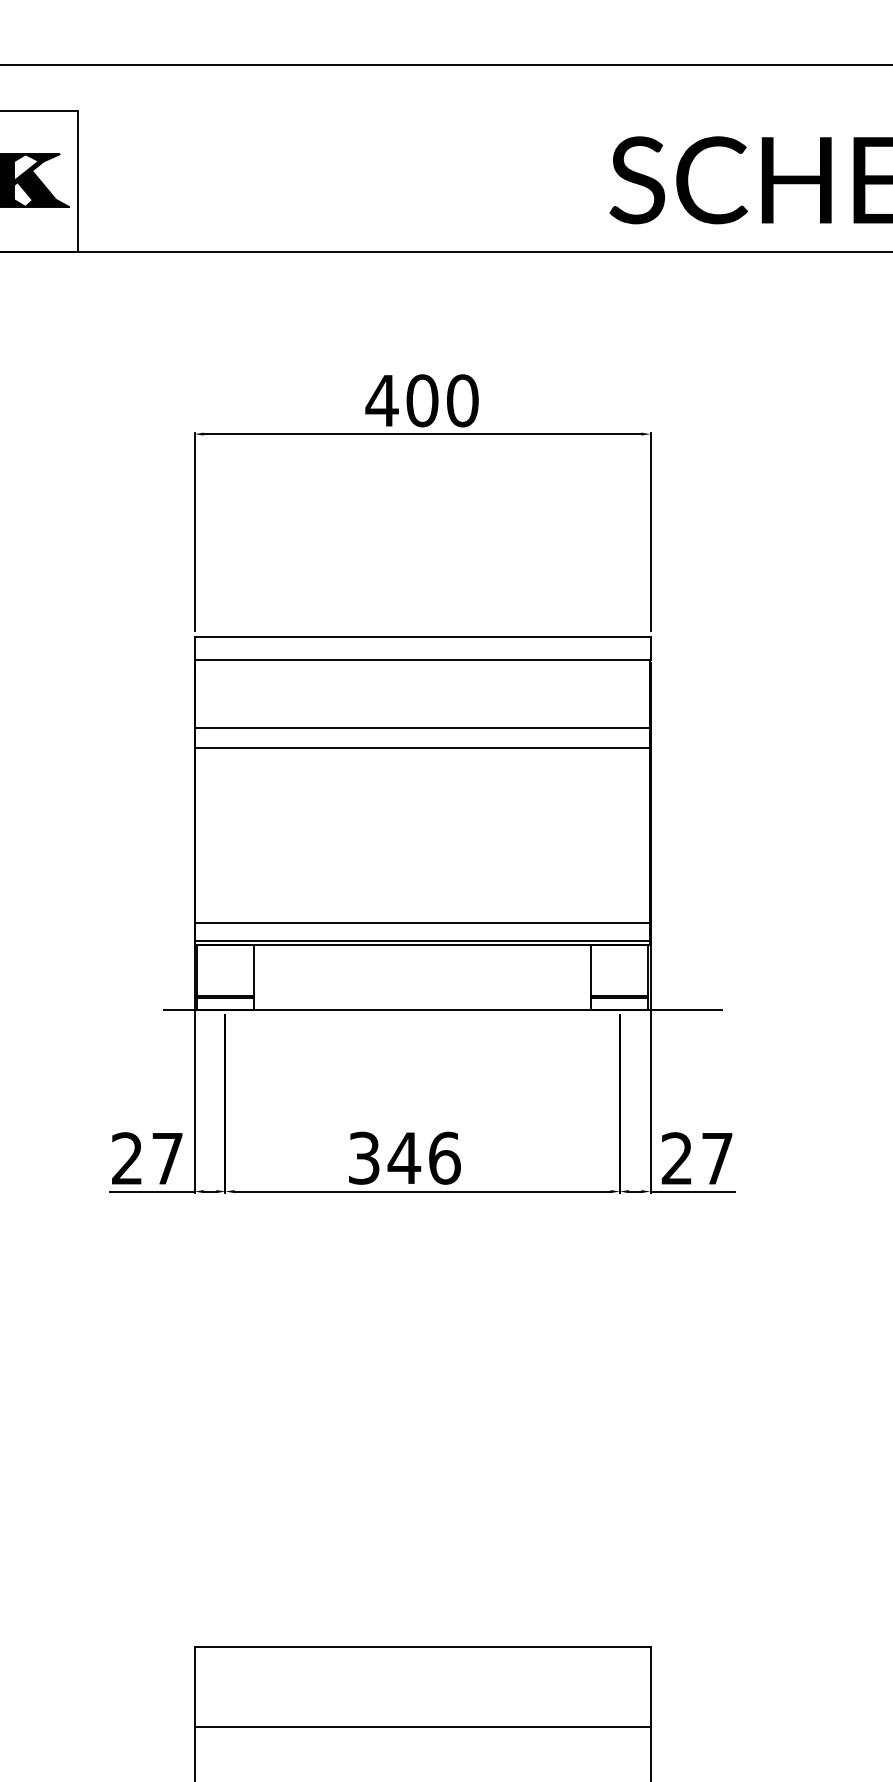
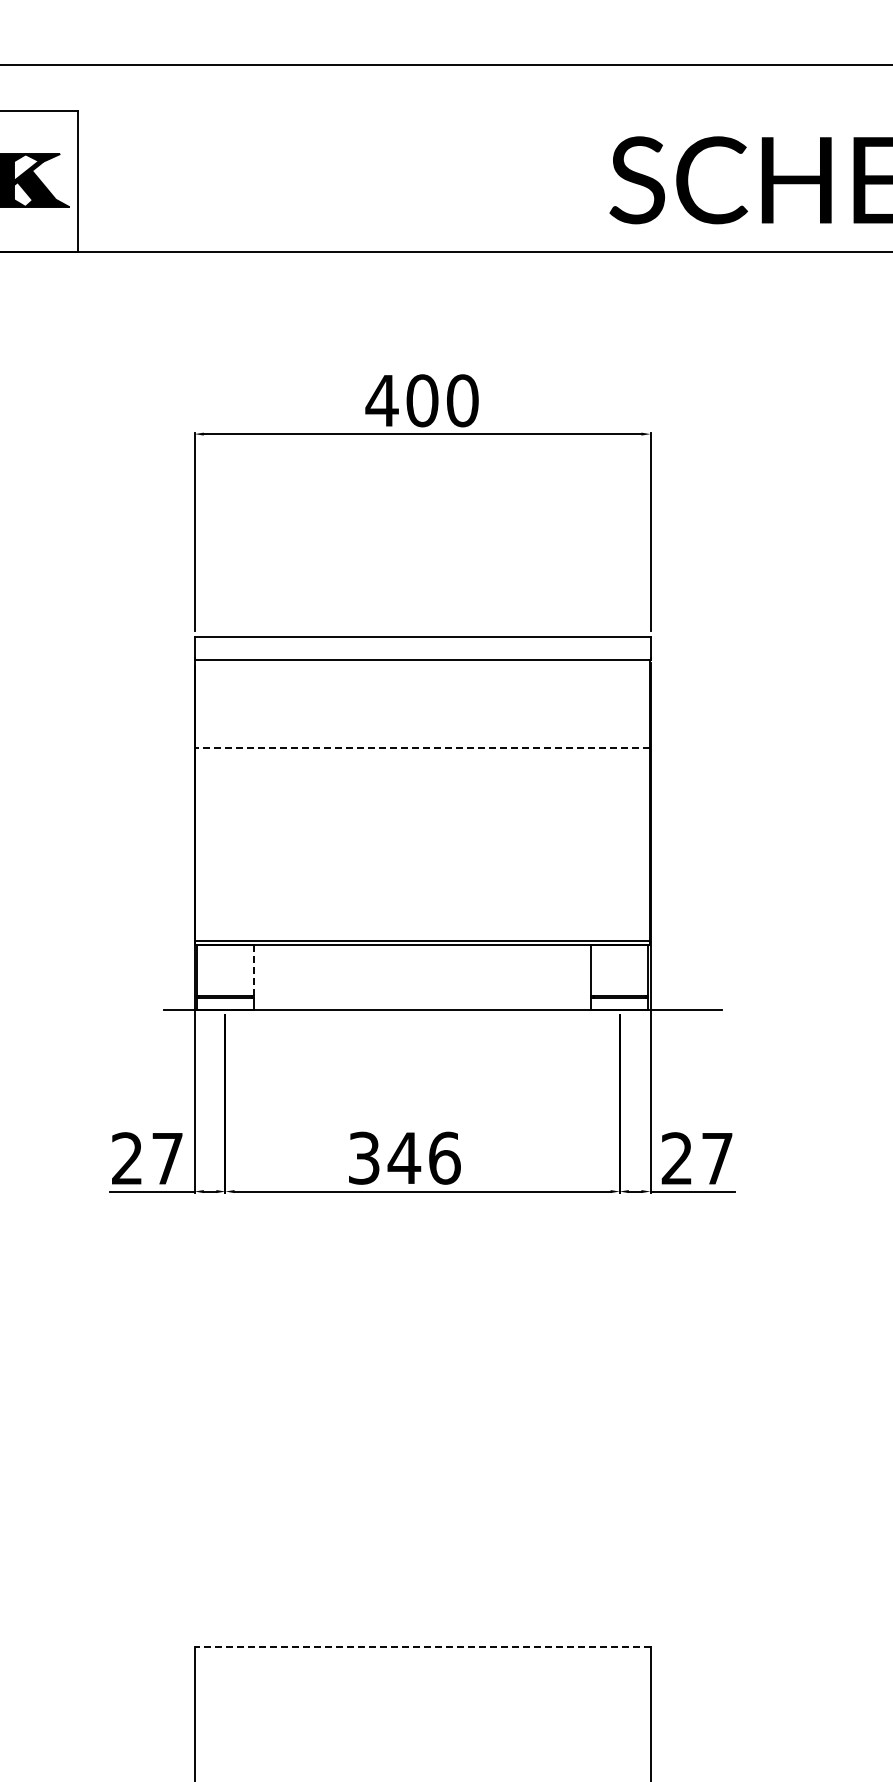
line at (422, 728): present -> none
line at (422, 748): solid -> dashed
line at (422, 922): present -> none
line at (253, 970): solid -> dashed
line at (422, 1647): solid -> dashed
line at (422, 1726): present -> none
